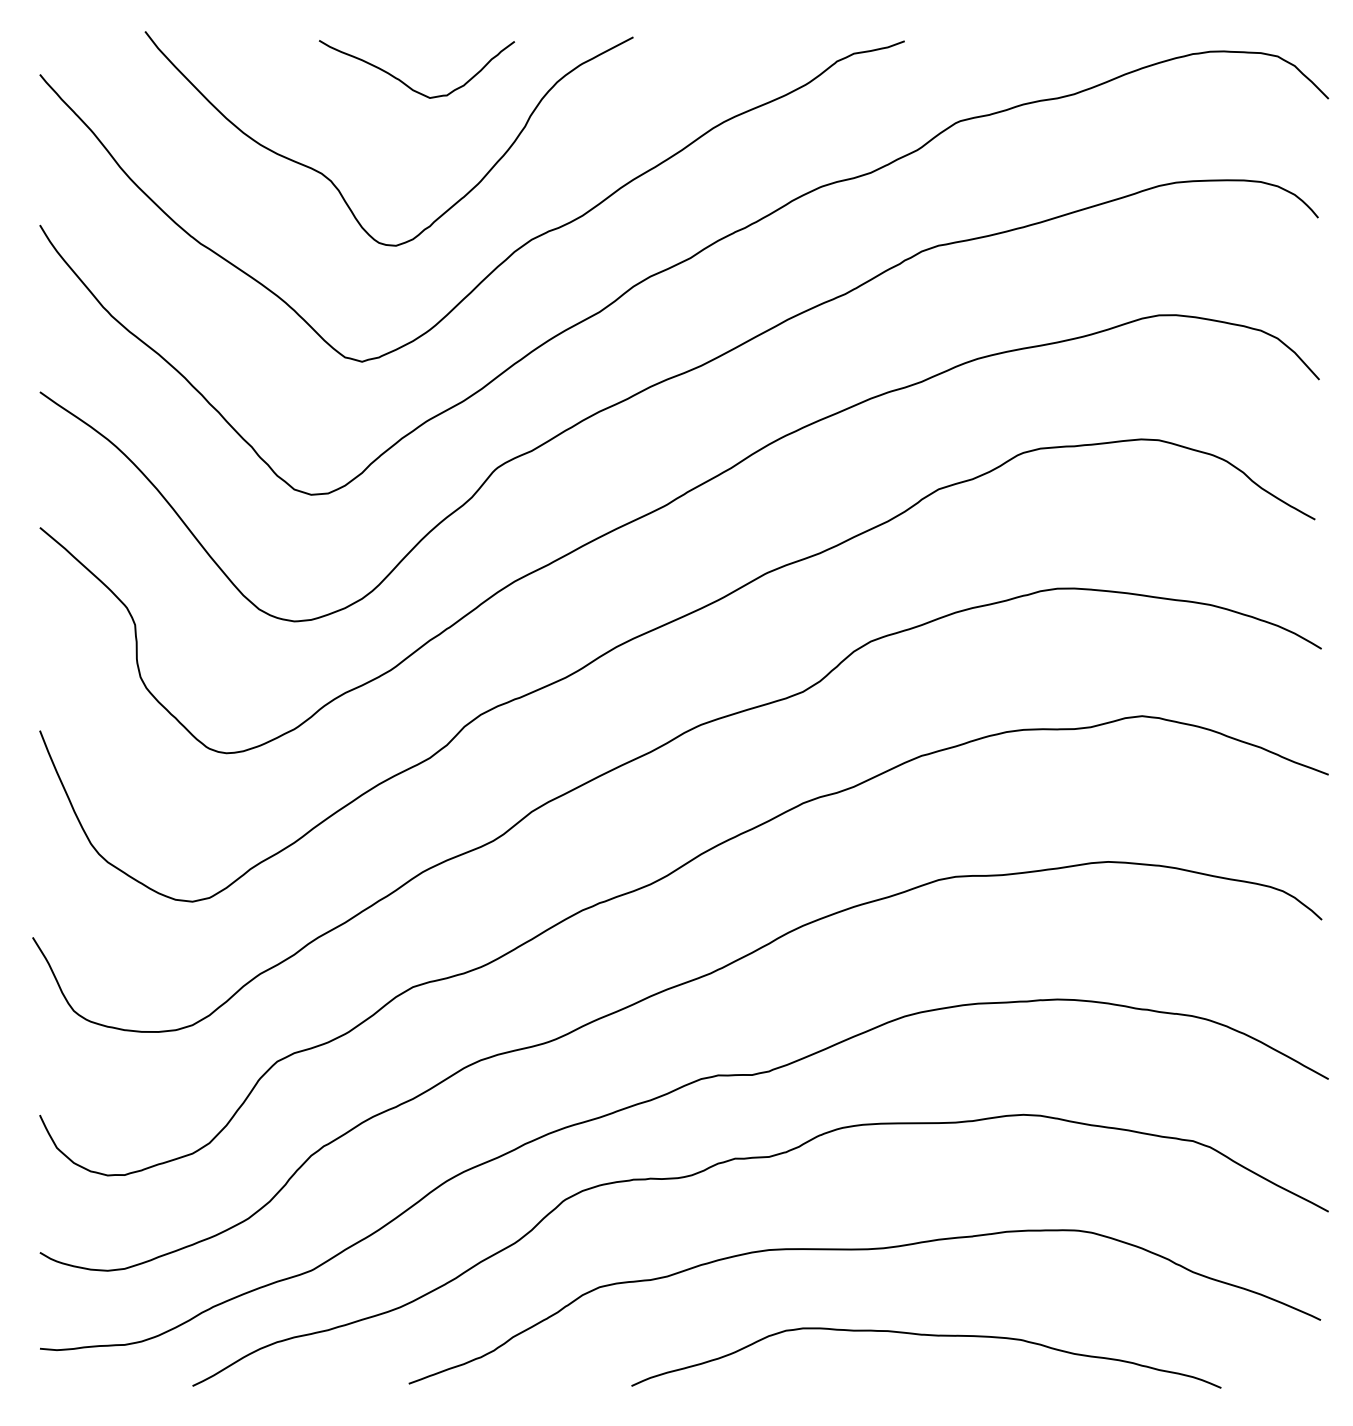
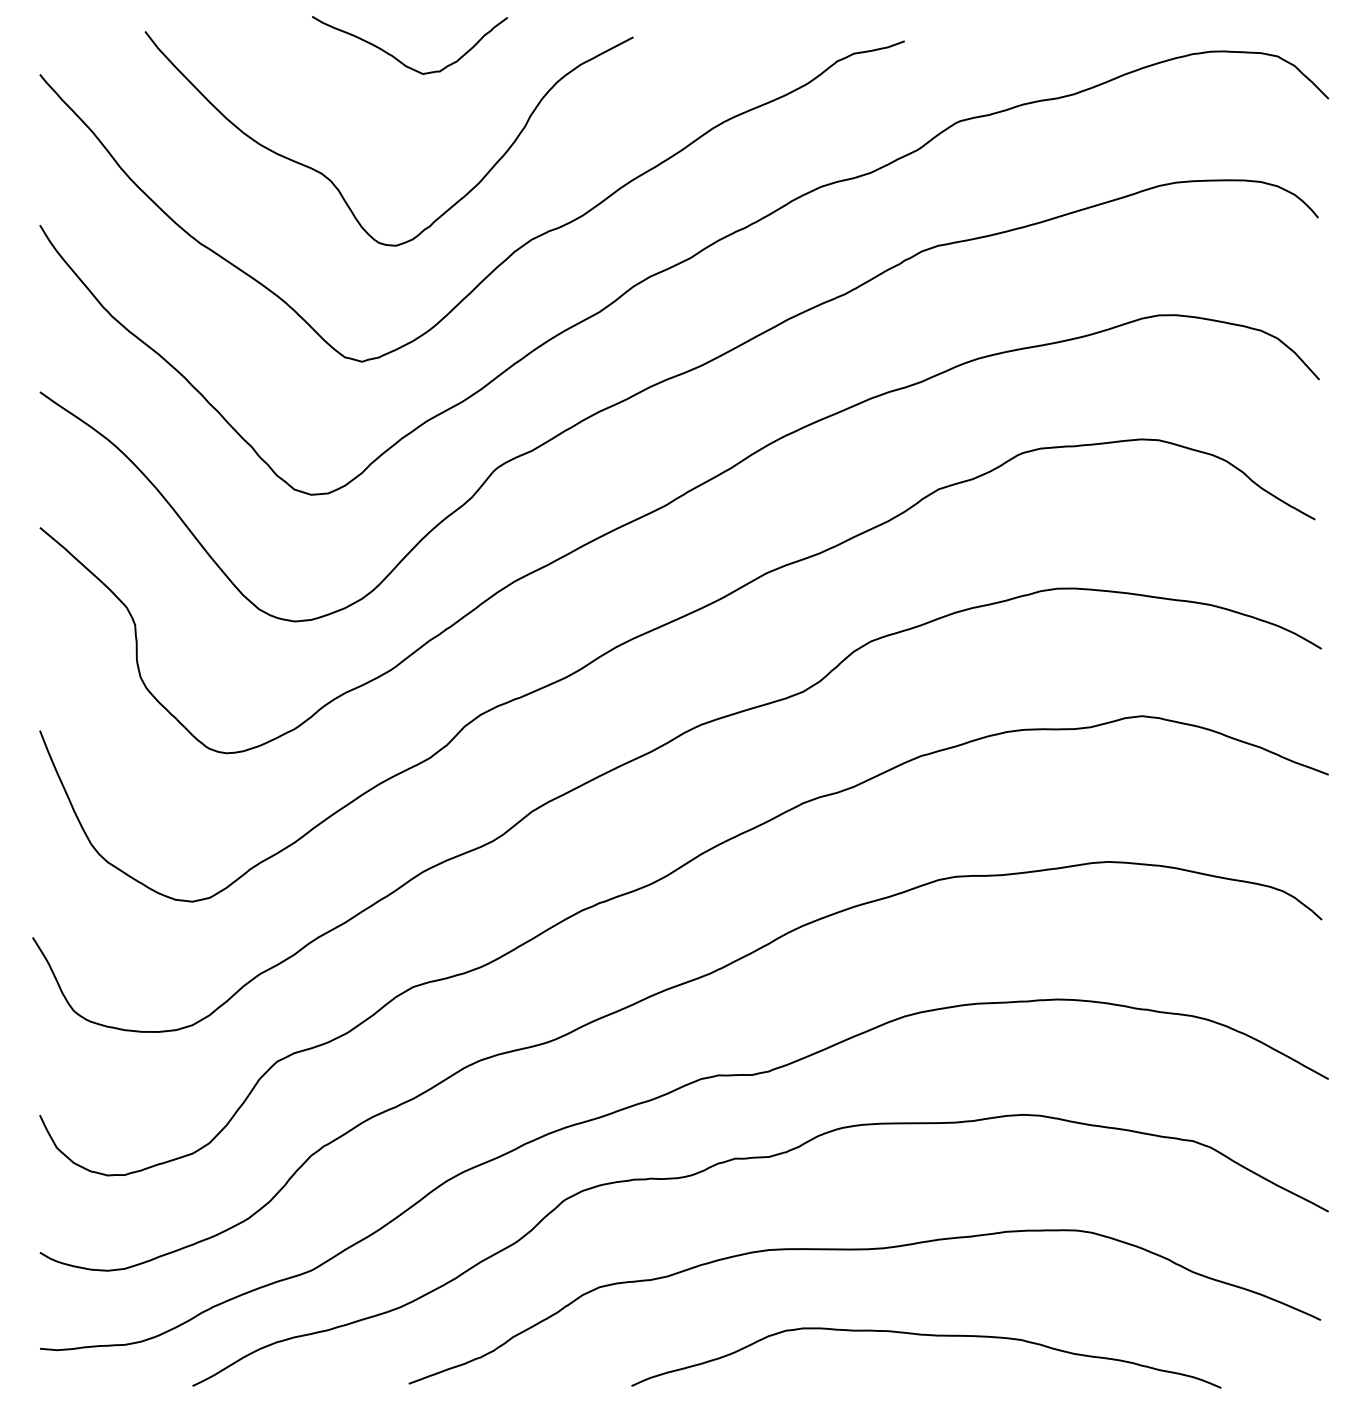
curve at (407, 84) position: (407, 84) -> (400, 60)
